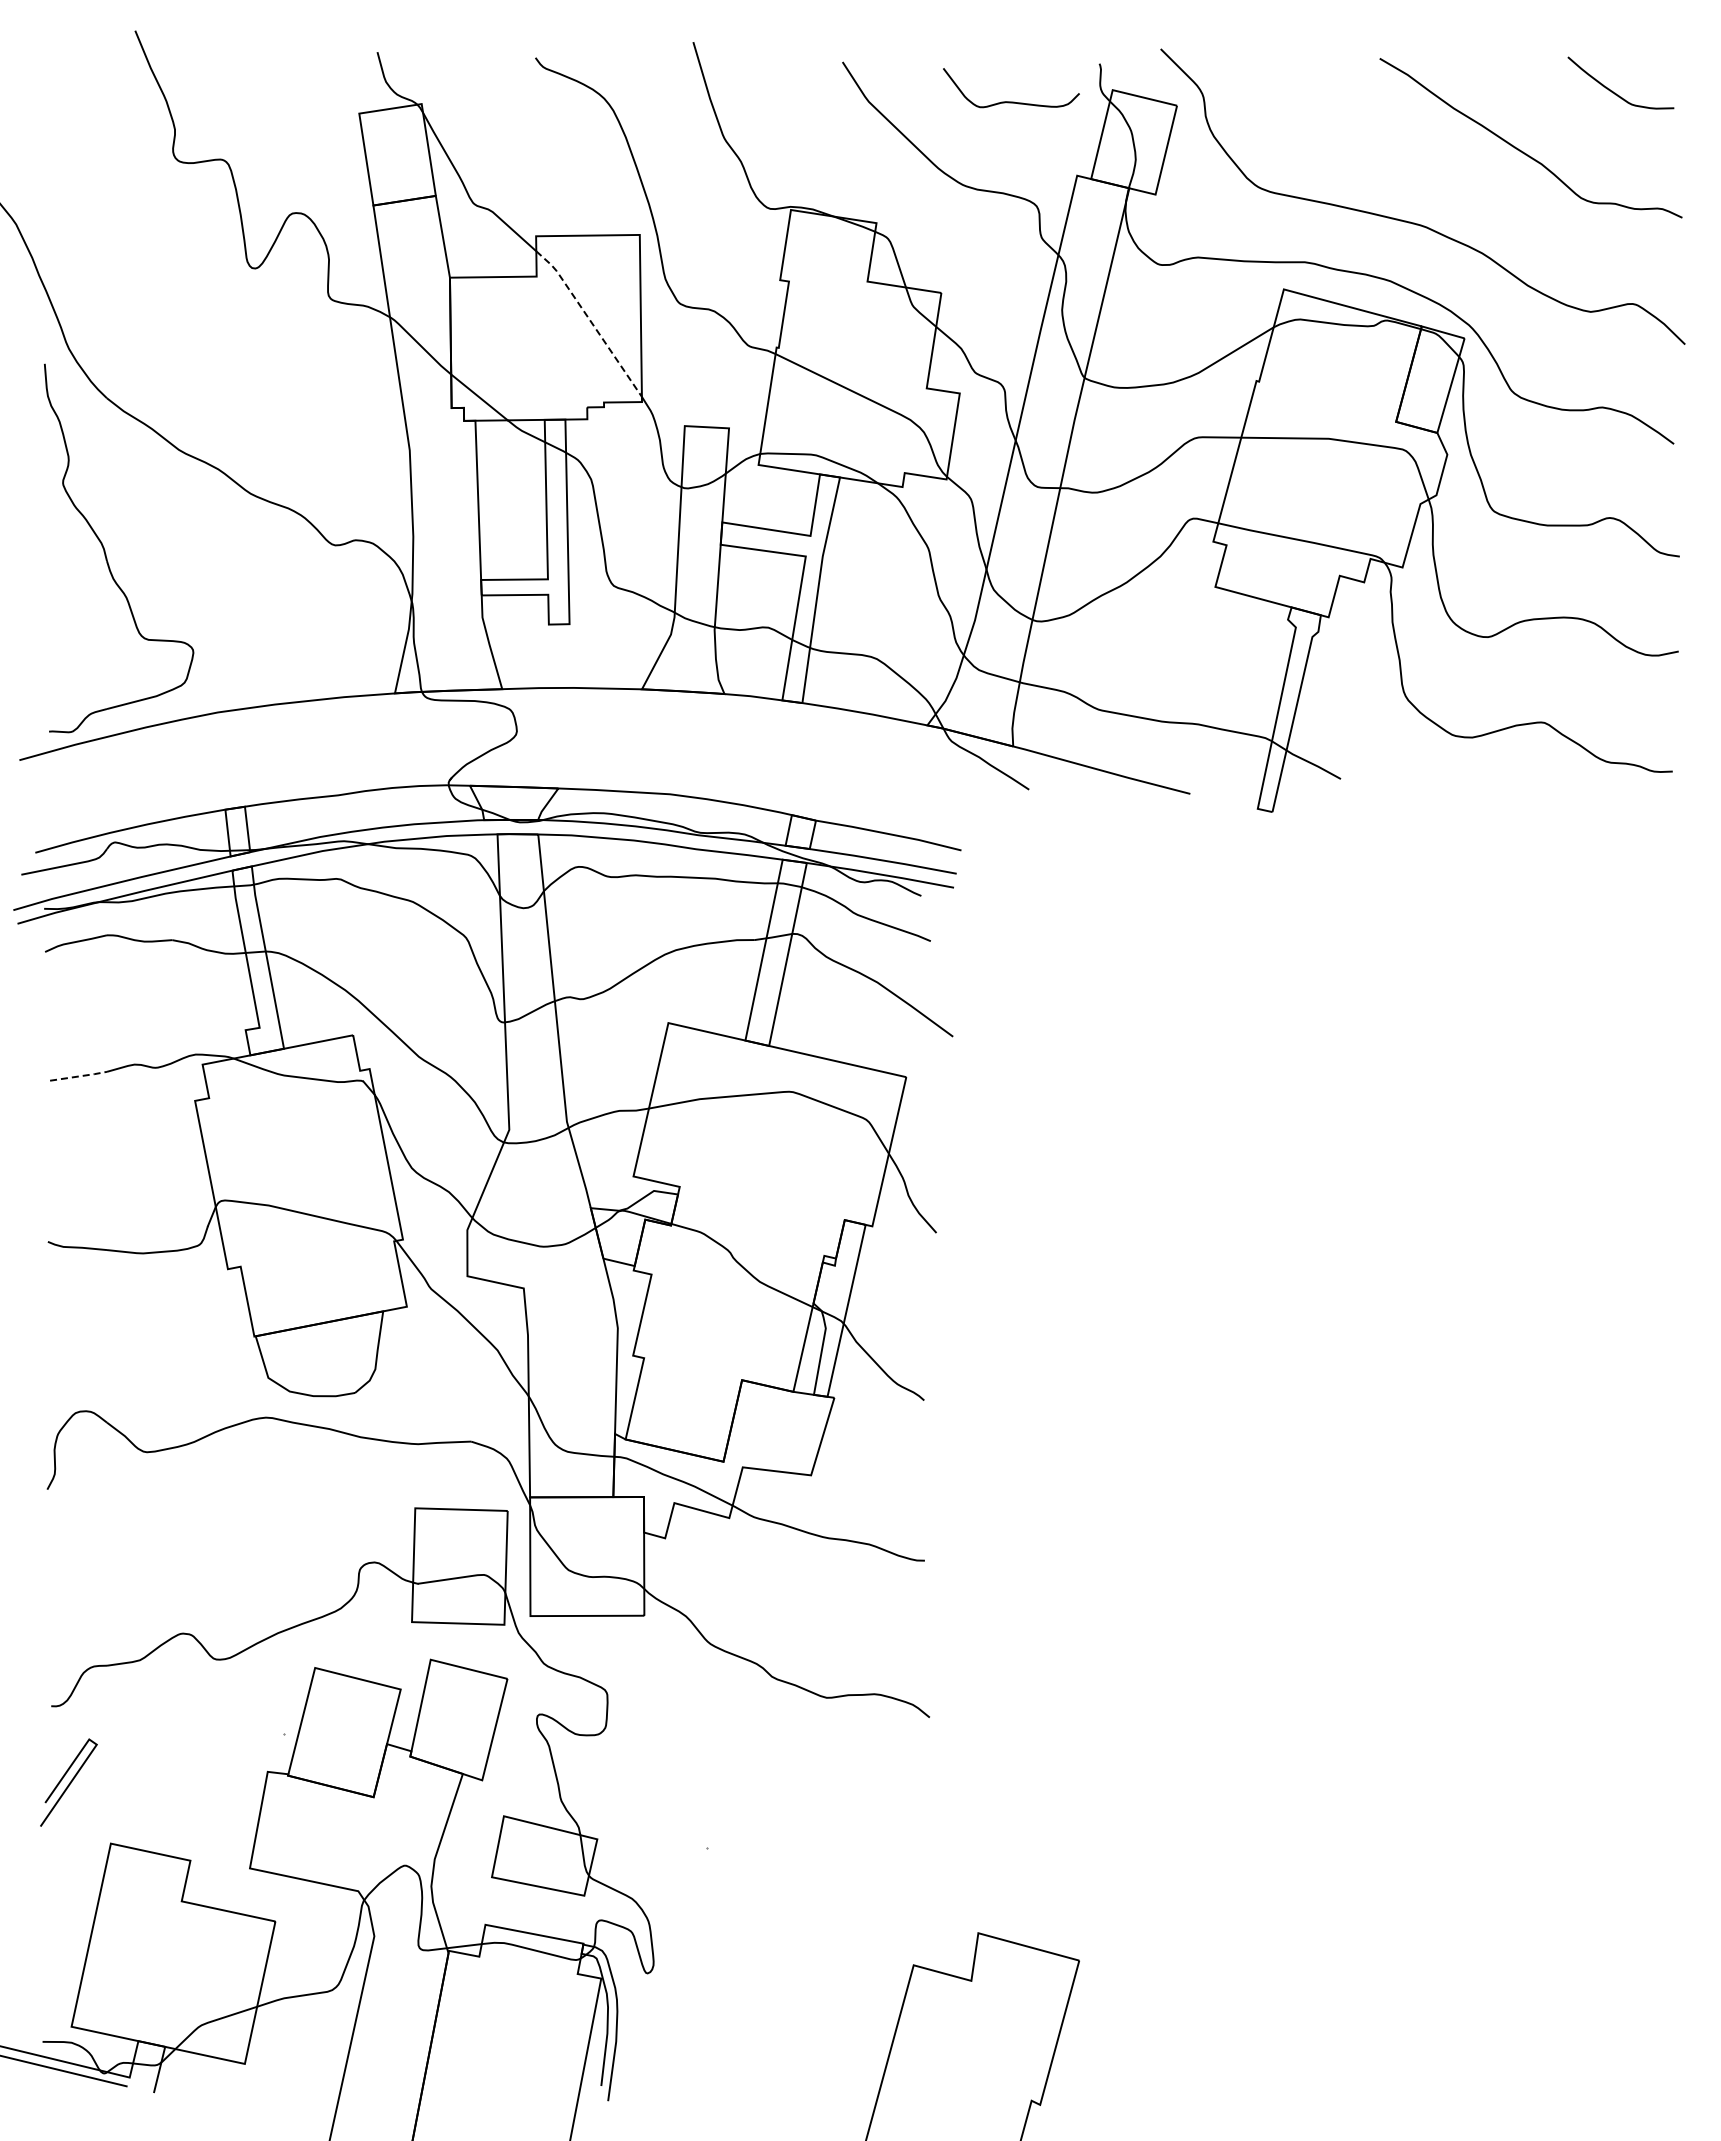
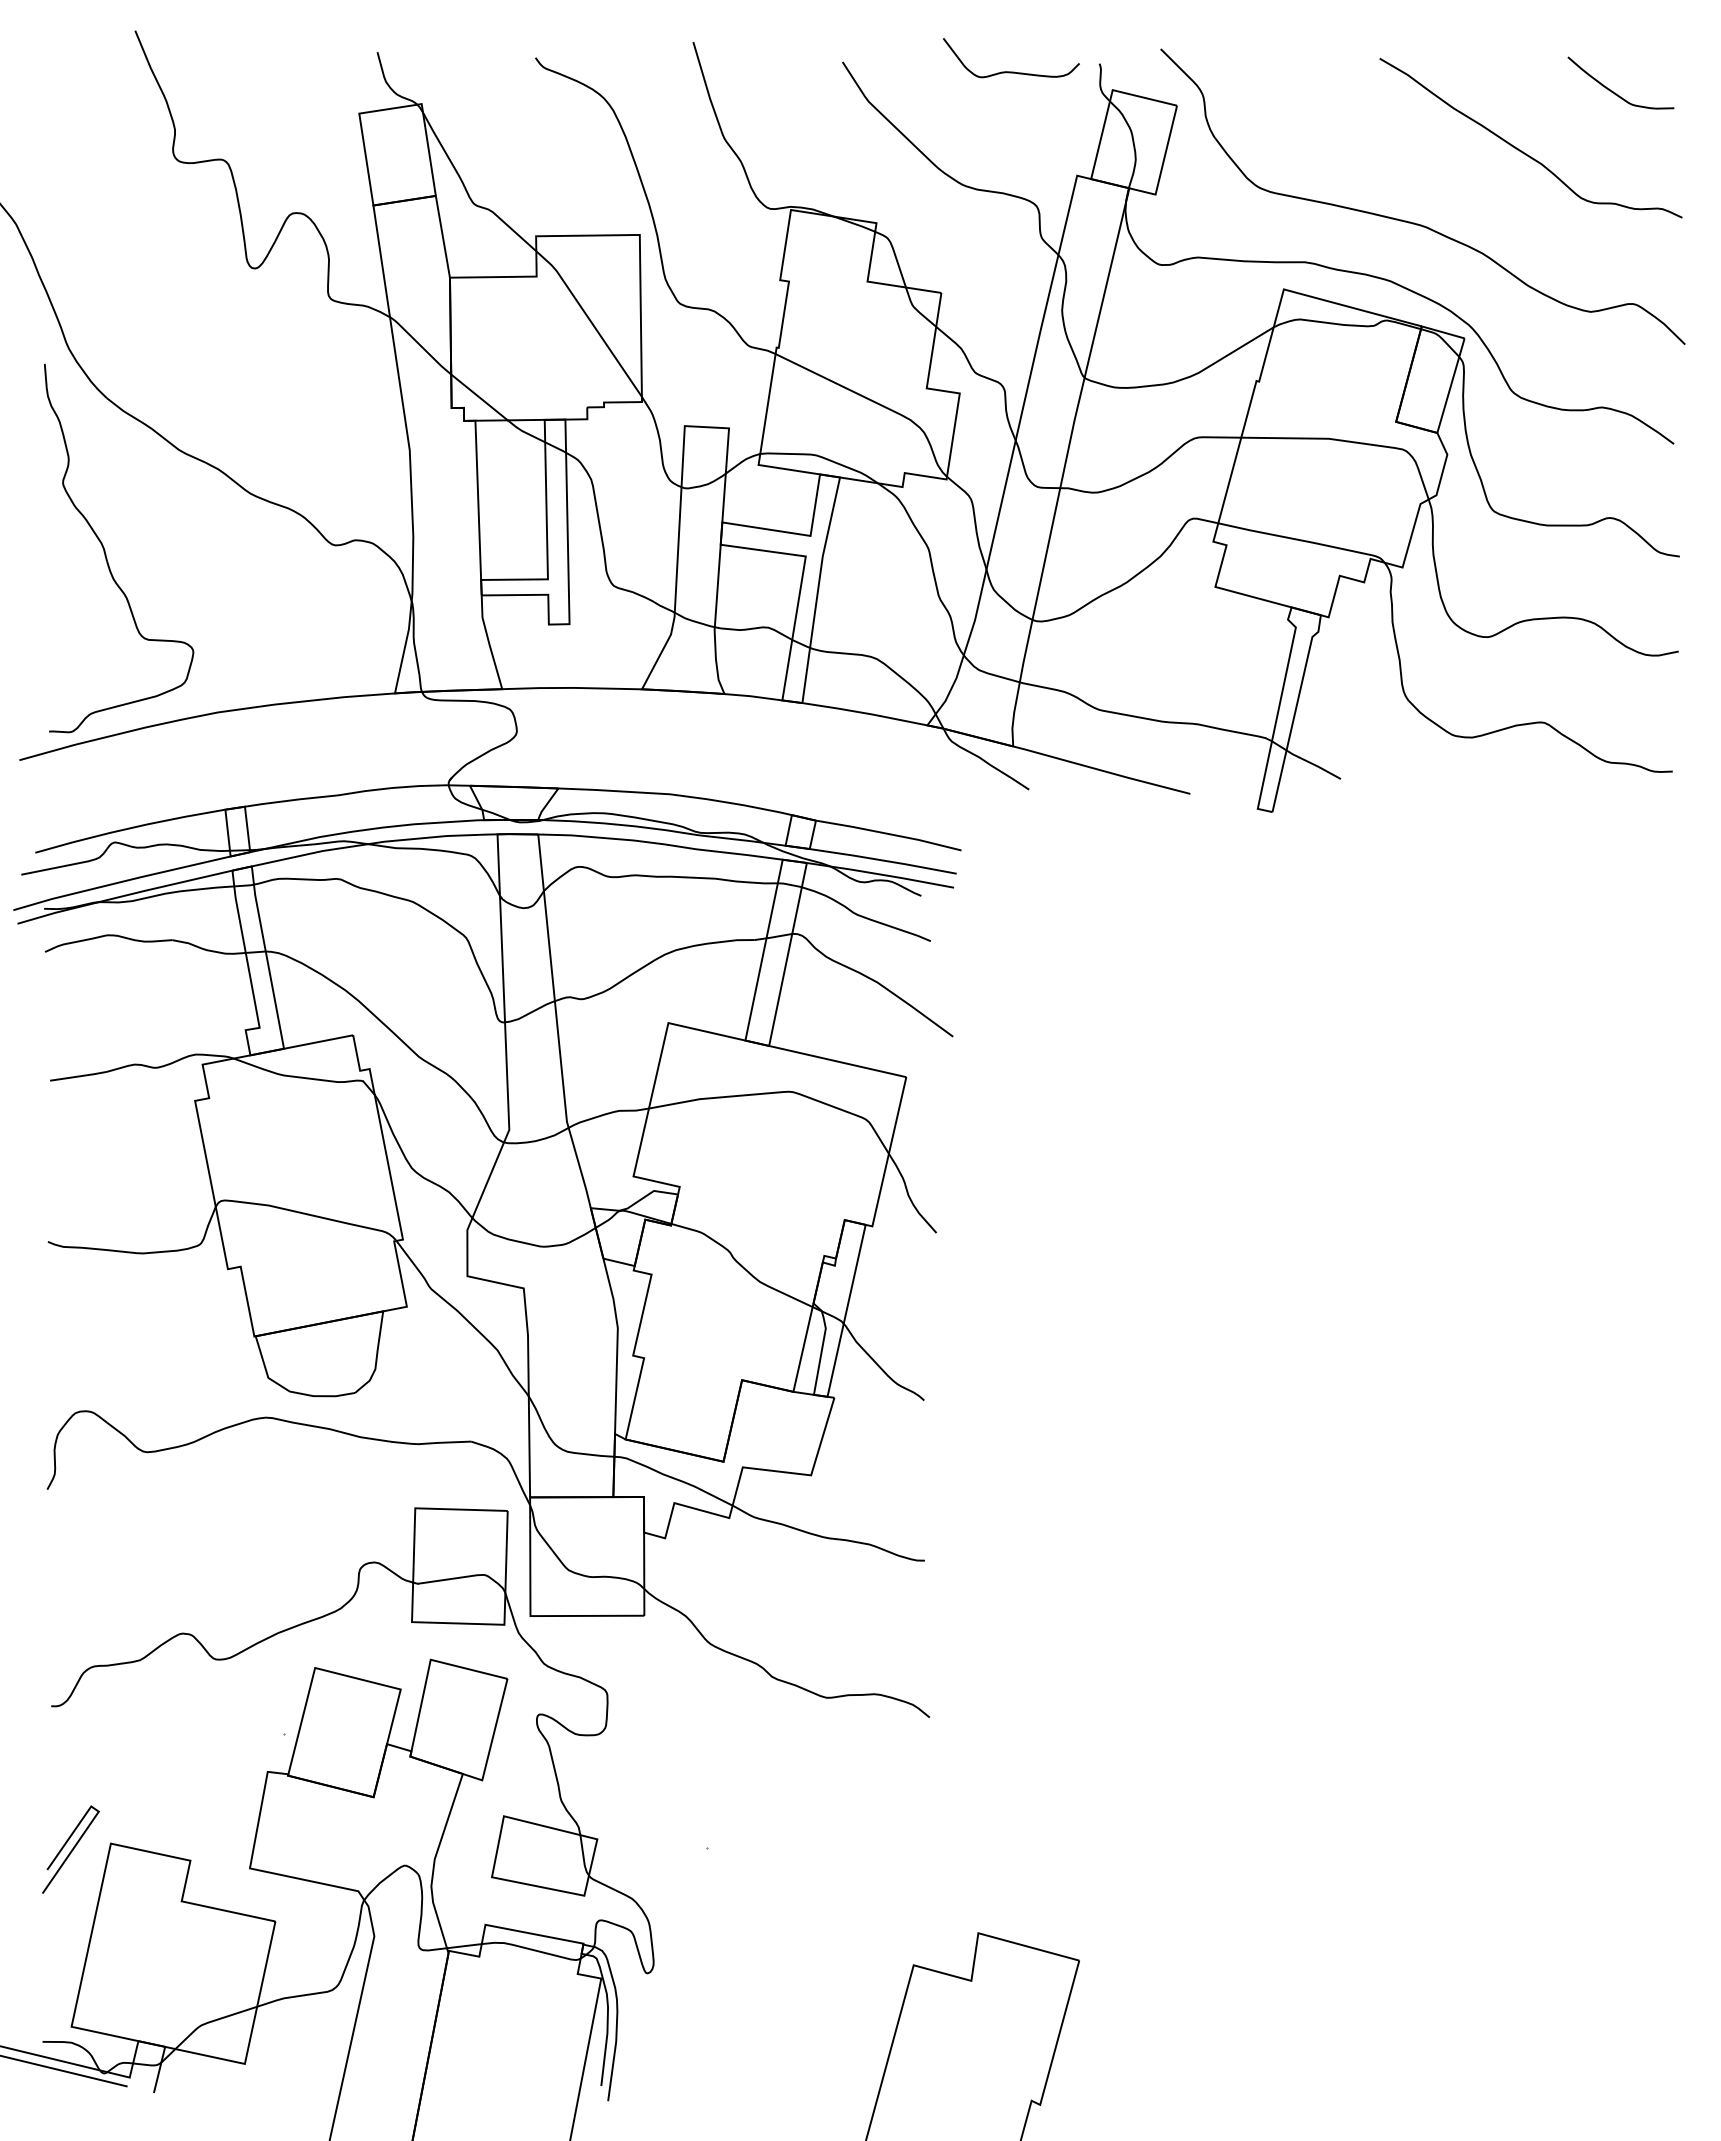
curve at (1011, 101) position: (1011, 101) -> (1011, 71)
line at (590, 320): dashed -> solid
line at (79, 1076): dashed -> solid
curve at (69, 1782) position: (69, 1782) -> (71, 1849)
